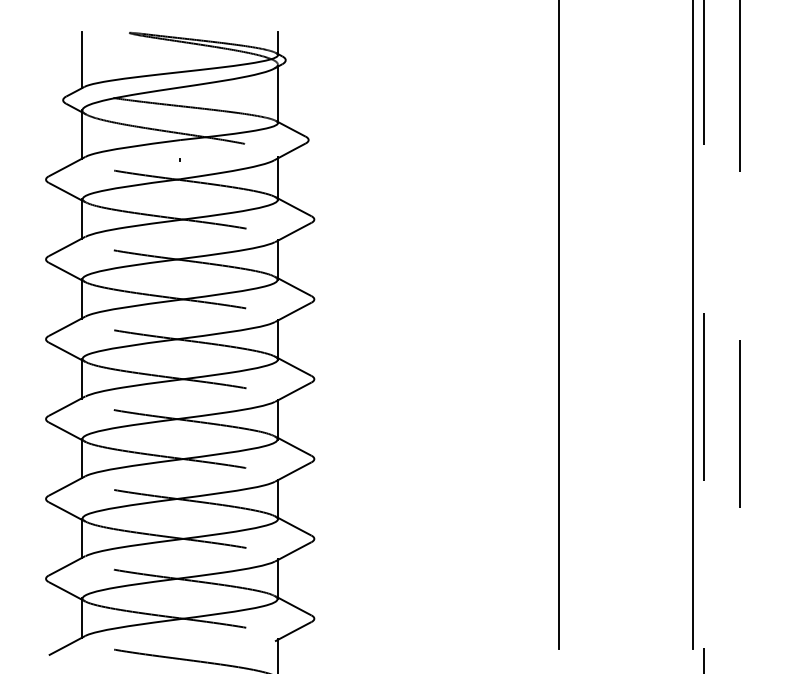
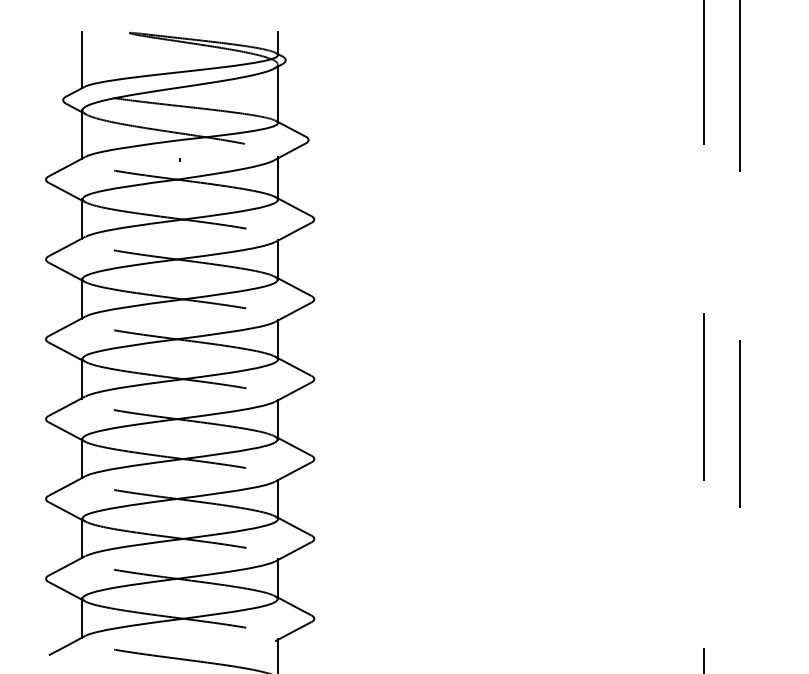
line at (558, 325): present -> none
line at (693, 325): present -> none
